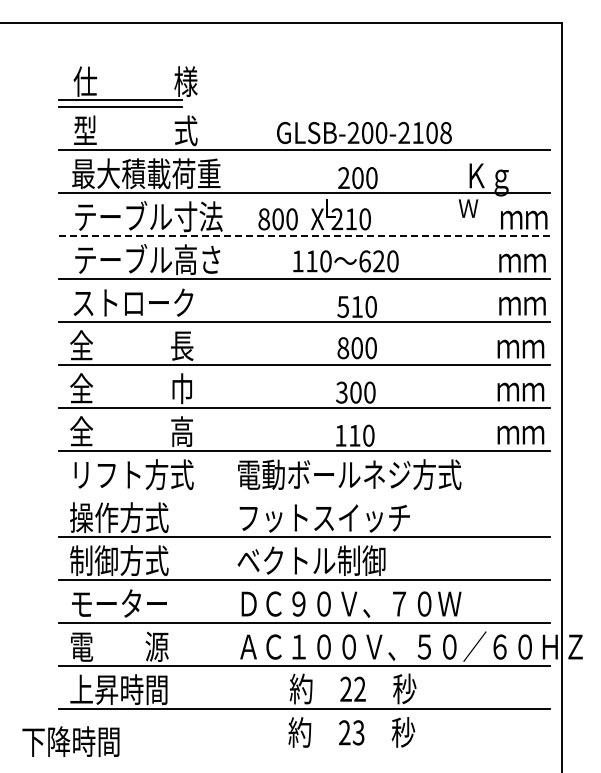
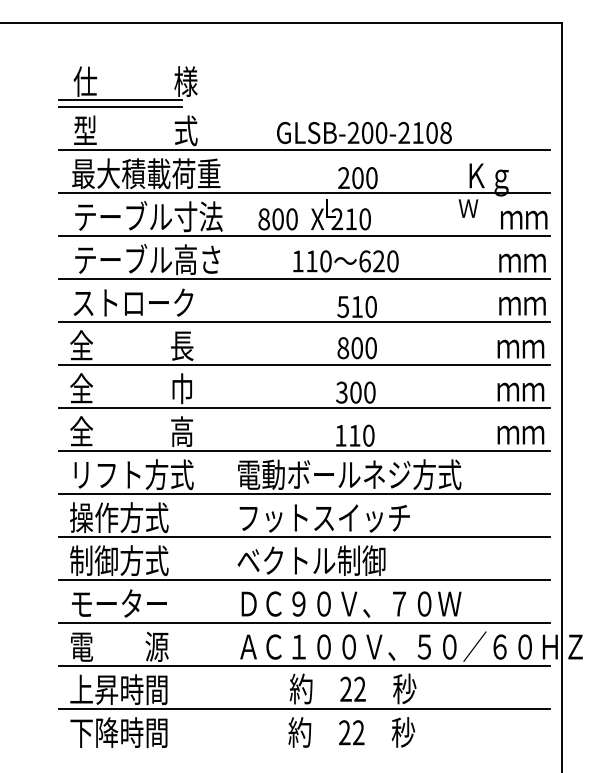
line at (304, 235): dashed -> solid
line at (304, 493): none -> present
text at (358, 732): 23 -> 22
text at (70, 741) position: (70, 741) -> (118, 732)
